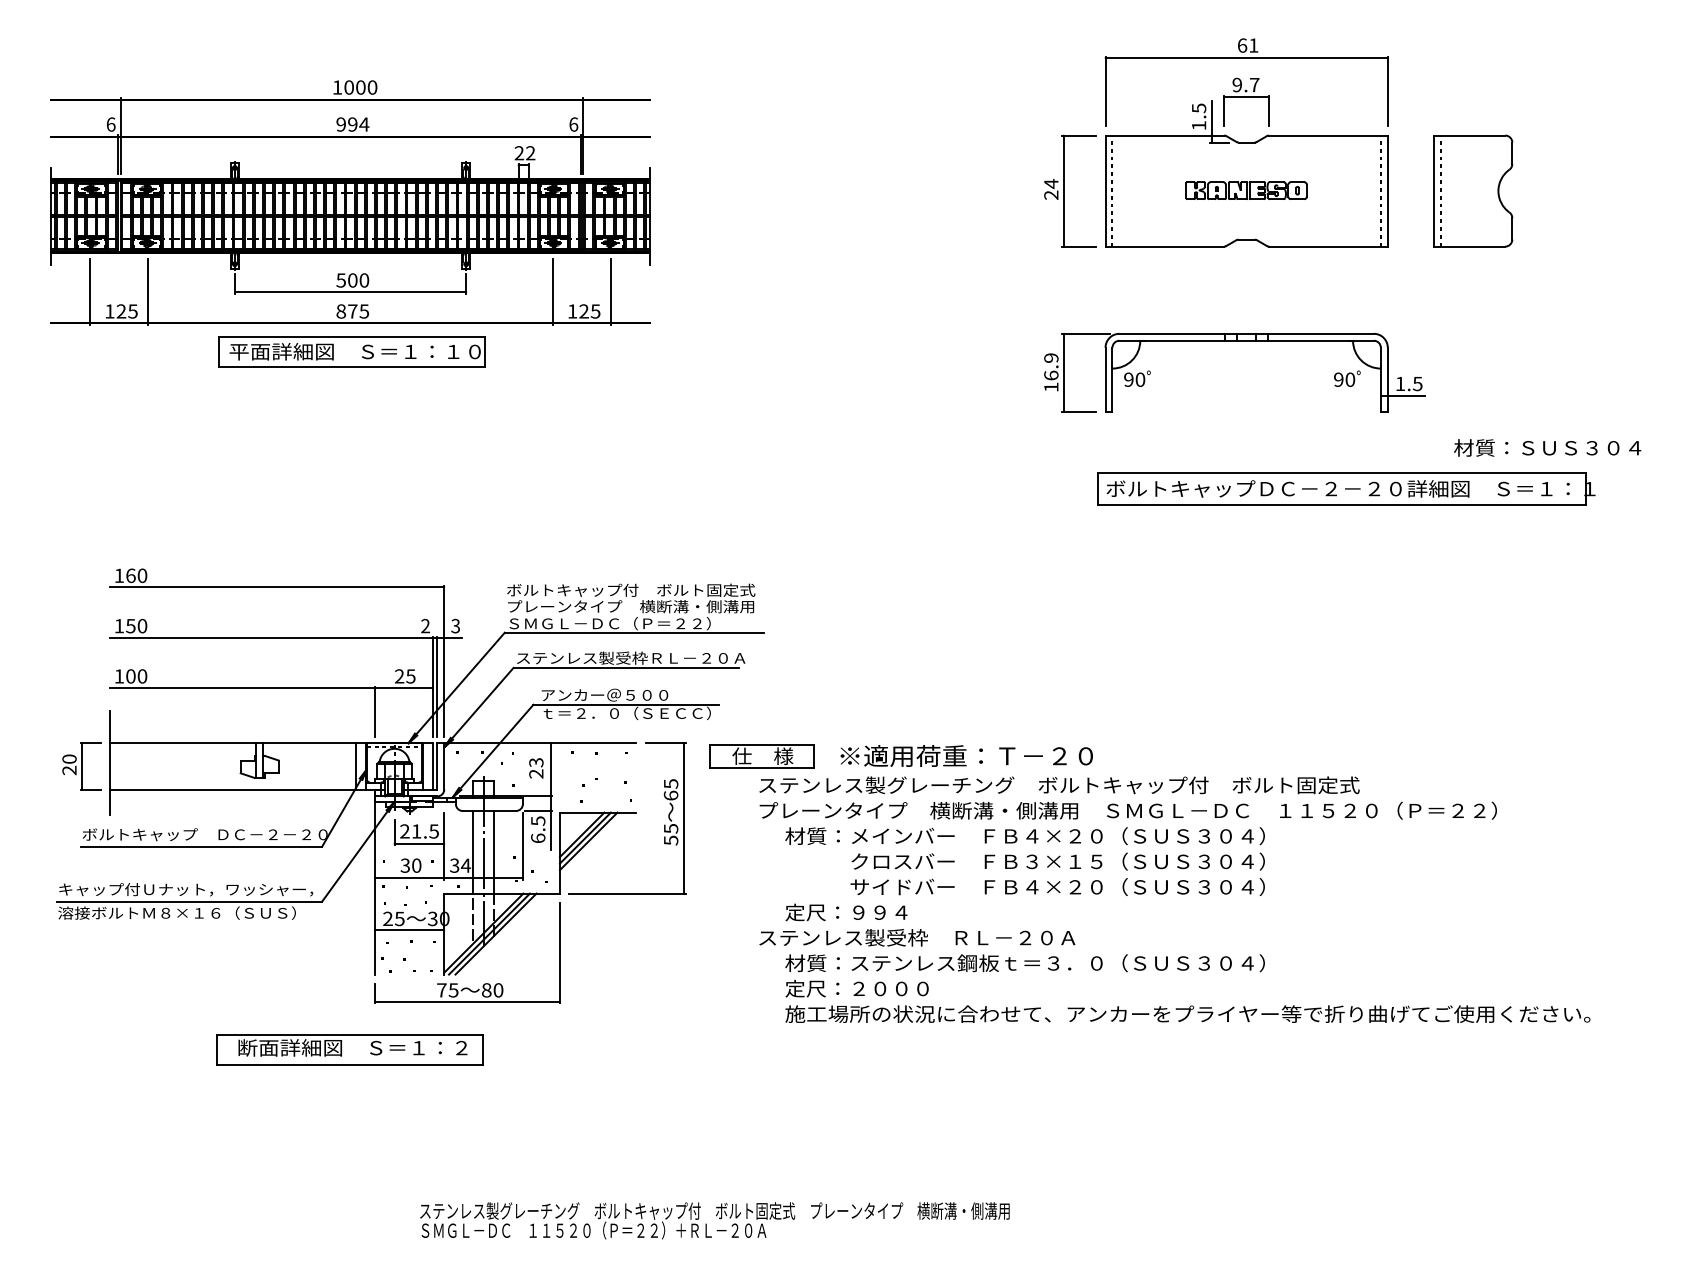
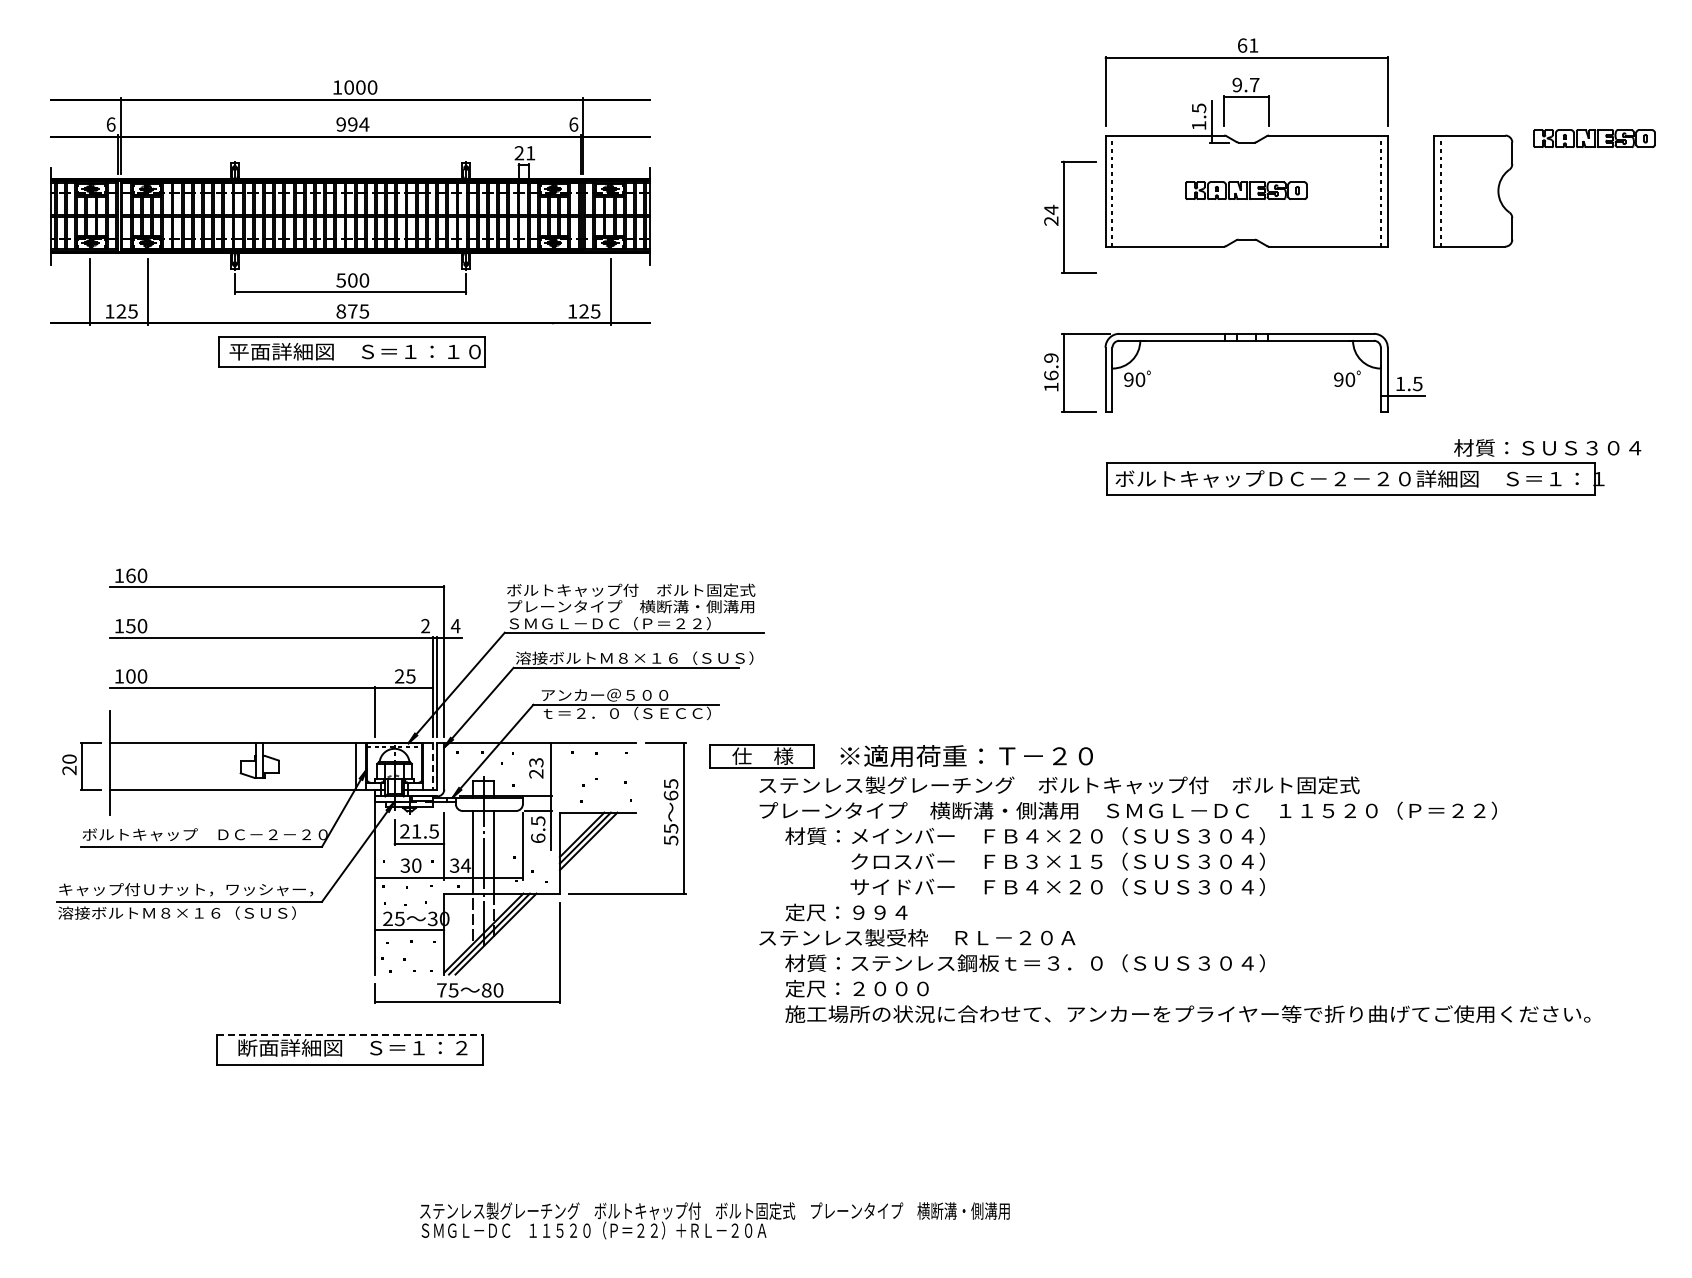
part at (1594, 138): none -> present
text at (530, 153): 22 -> 21
part at (1070, 190) position: (1070, 190) -> (1070, 216)
line at (552, 291): present -> none
part at (1346, 488) position: (1346, 488) -> (1355, 478)
text at (455, 625): 3 -> 4
text at (634, 657): ステンレス製受枠ＲＬ－２０Ａ -> 溶接ボルトＭ８×１６（ＳＵＳ）
line at (432, 766): solid -> dashed
line at (350, 1035): solid -> dashed
